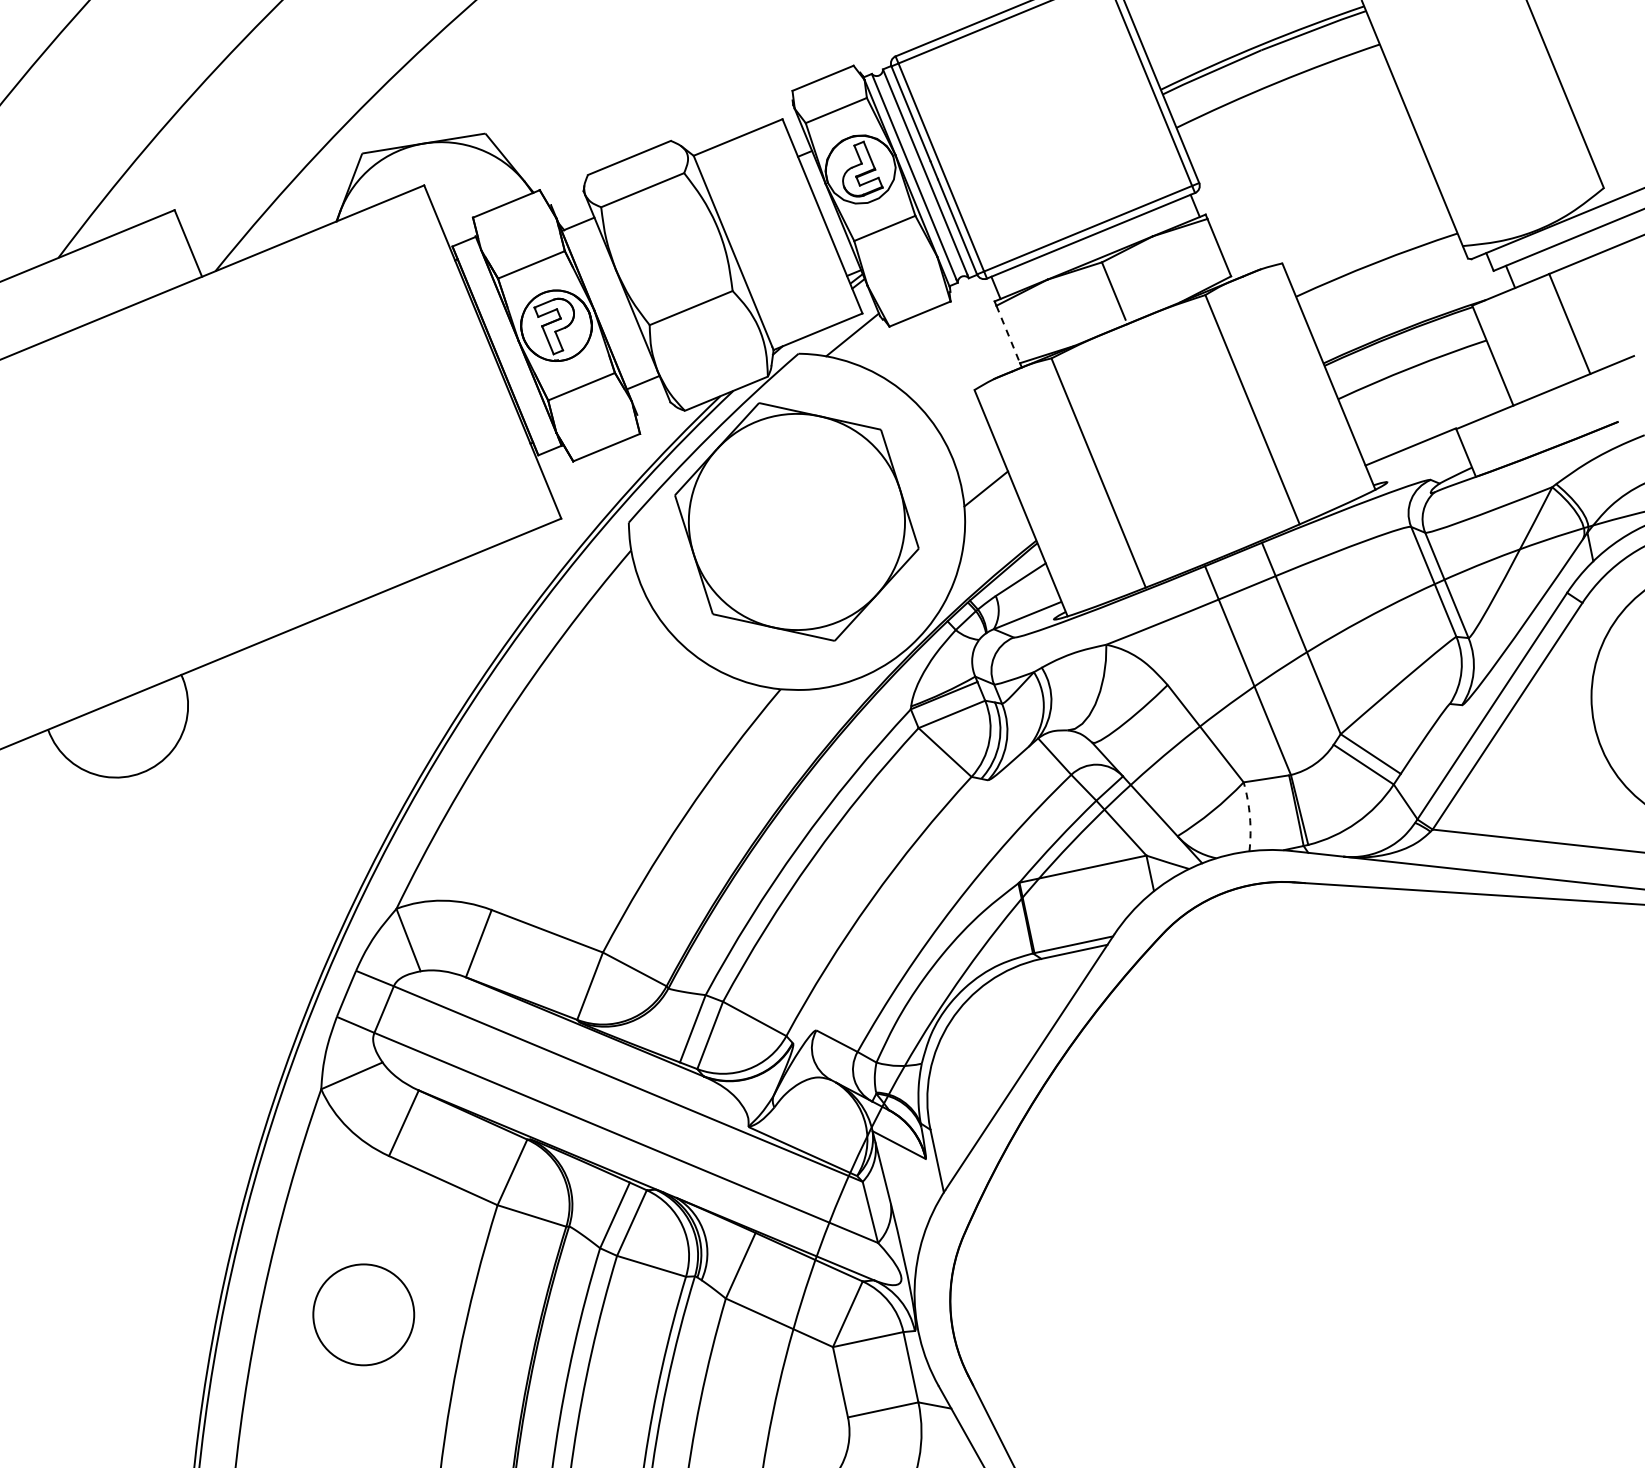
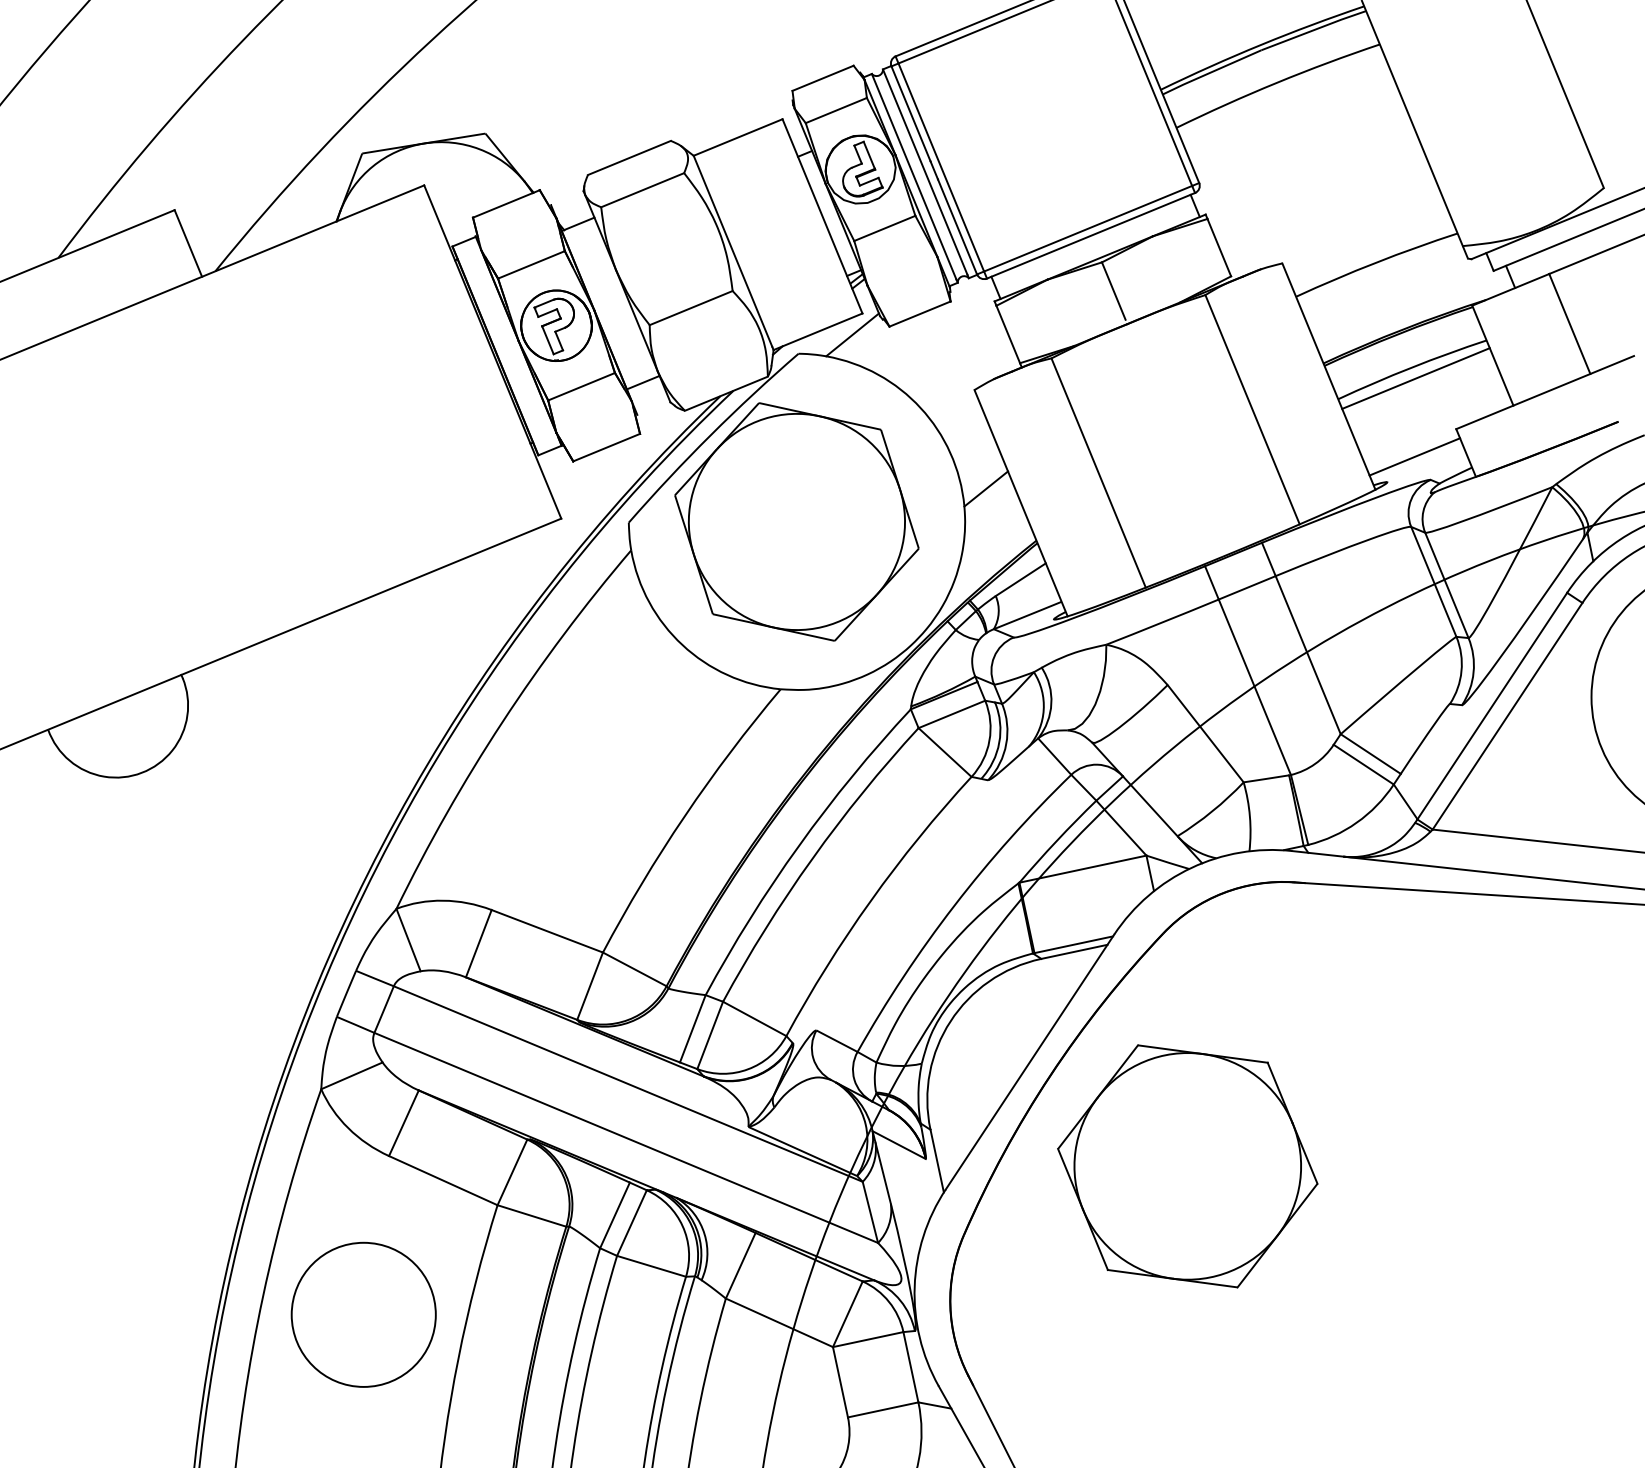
line at (1008, 334): dashed -> solid
line at (1415, 378): none -> present
line at (1410, 446) position: (1410, 446) -> (1414, 456)
arc at (1249, 816): dashed -> solid
part at (1187, 1166): none -> present
circle at (363, 1314) diameter: 101 px -> 144 px
